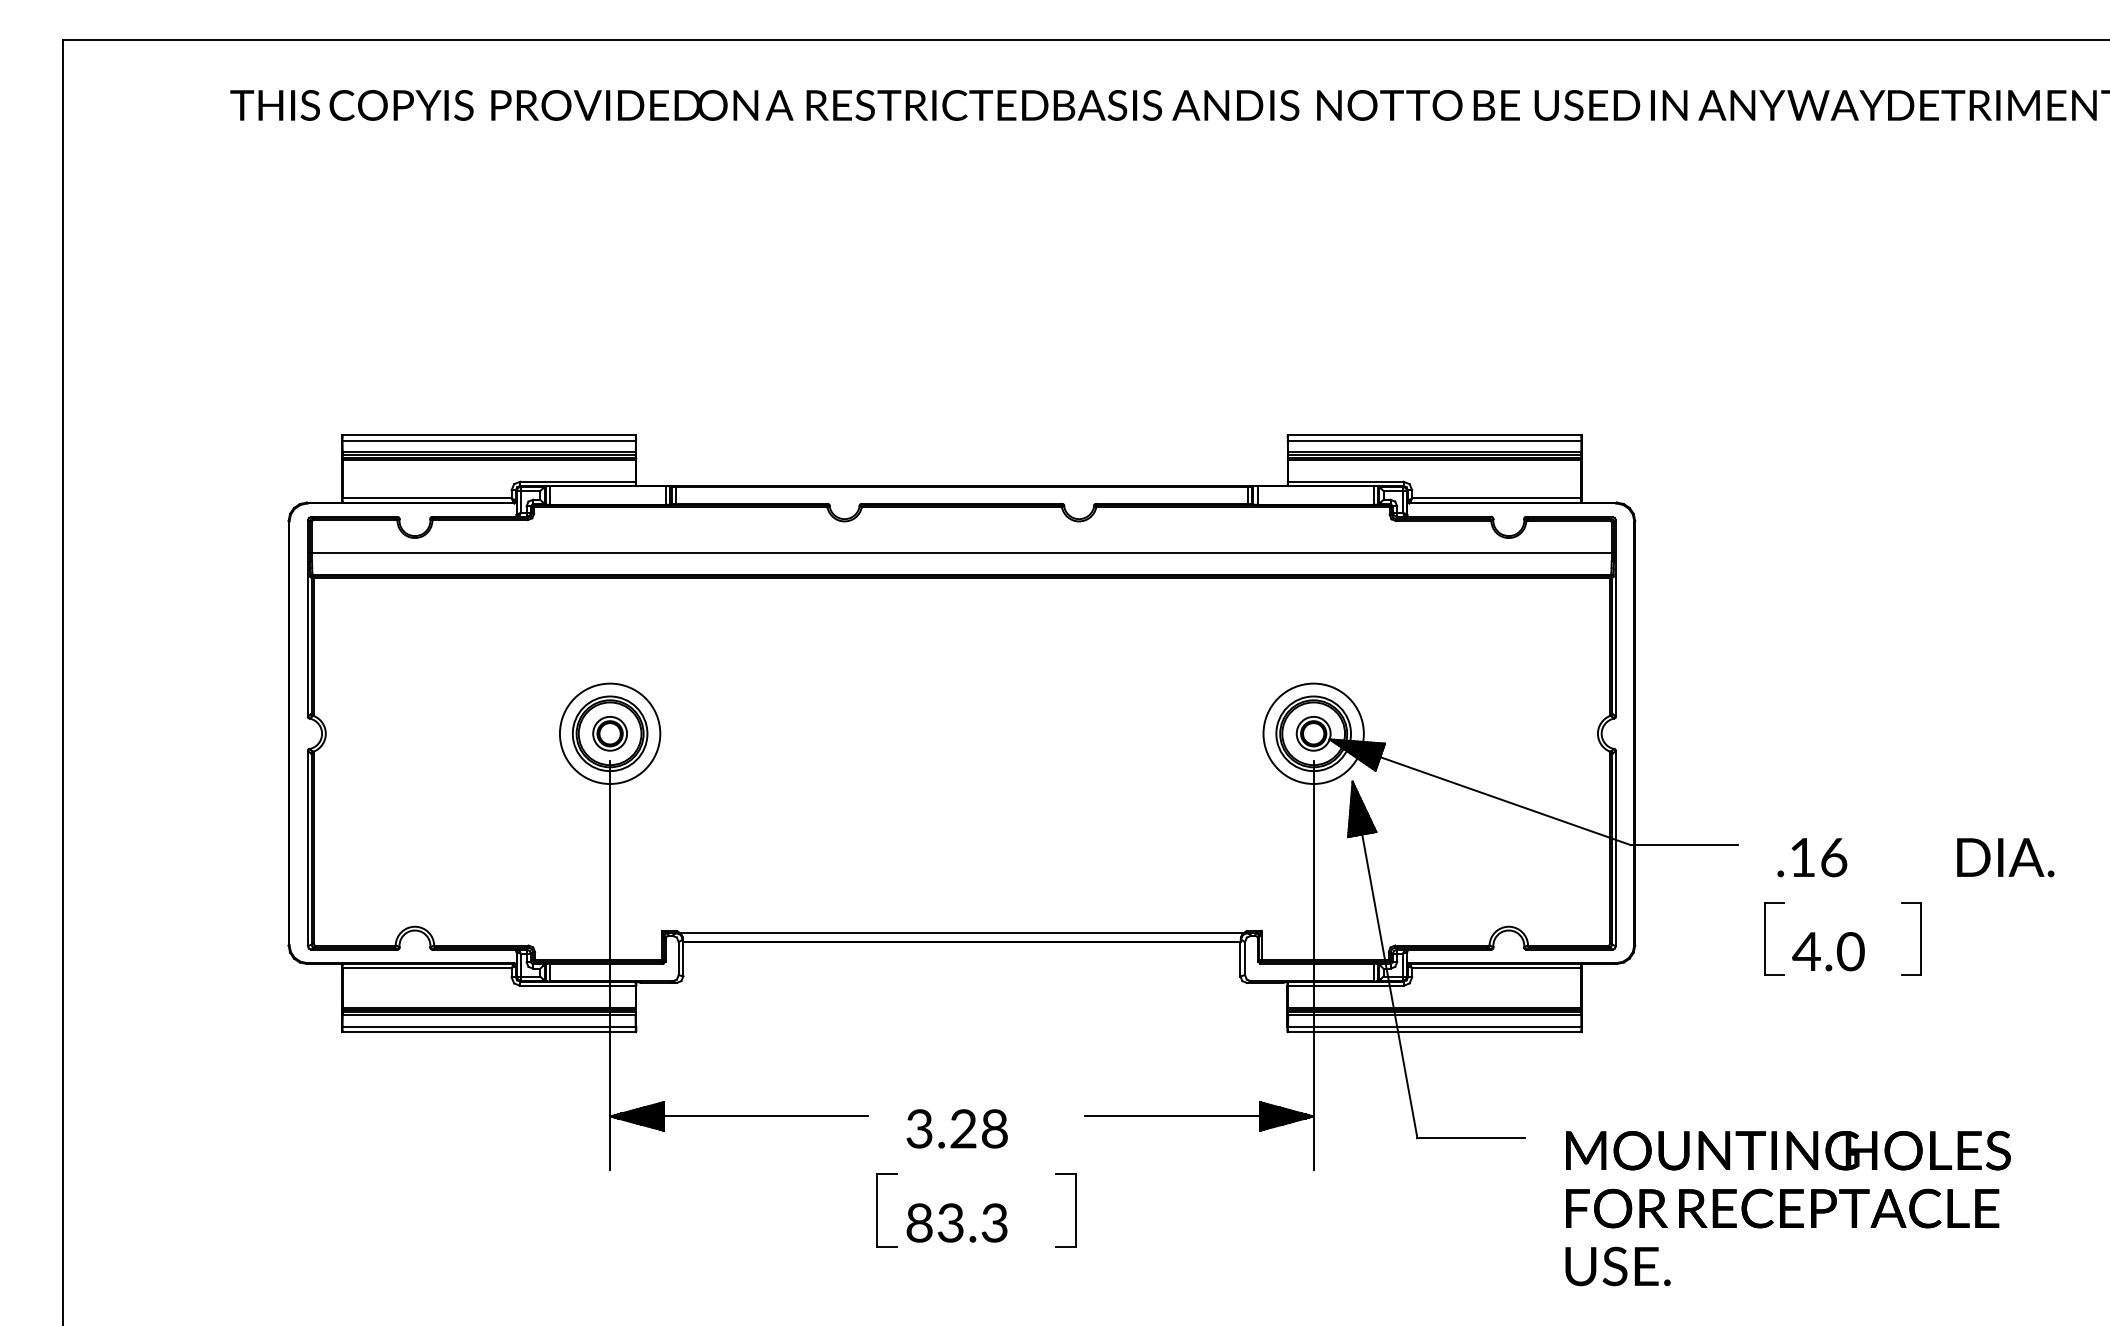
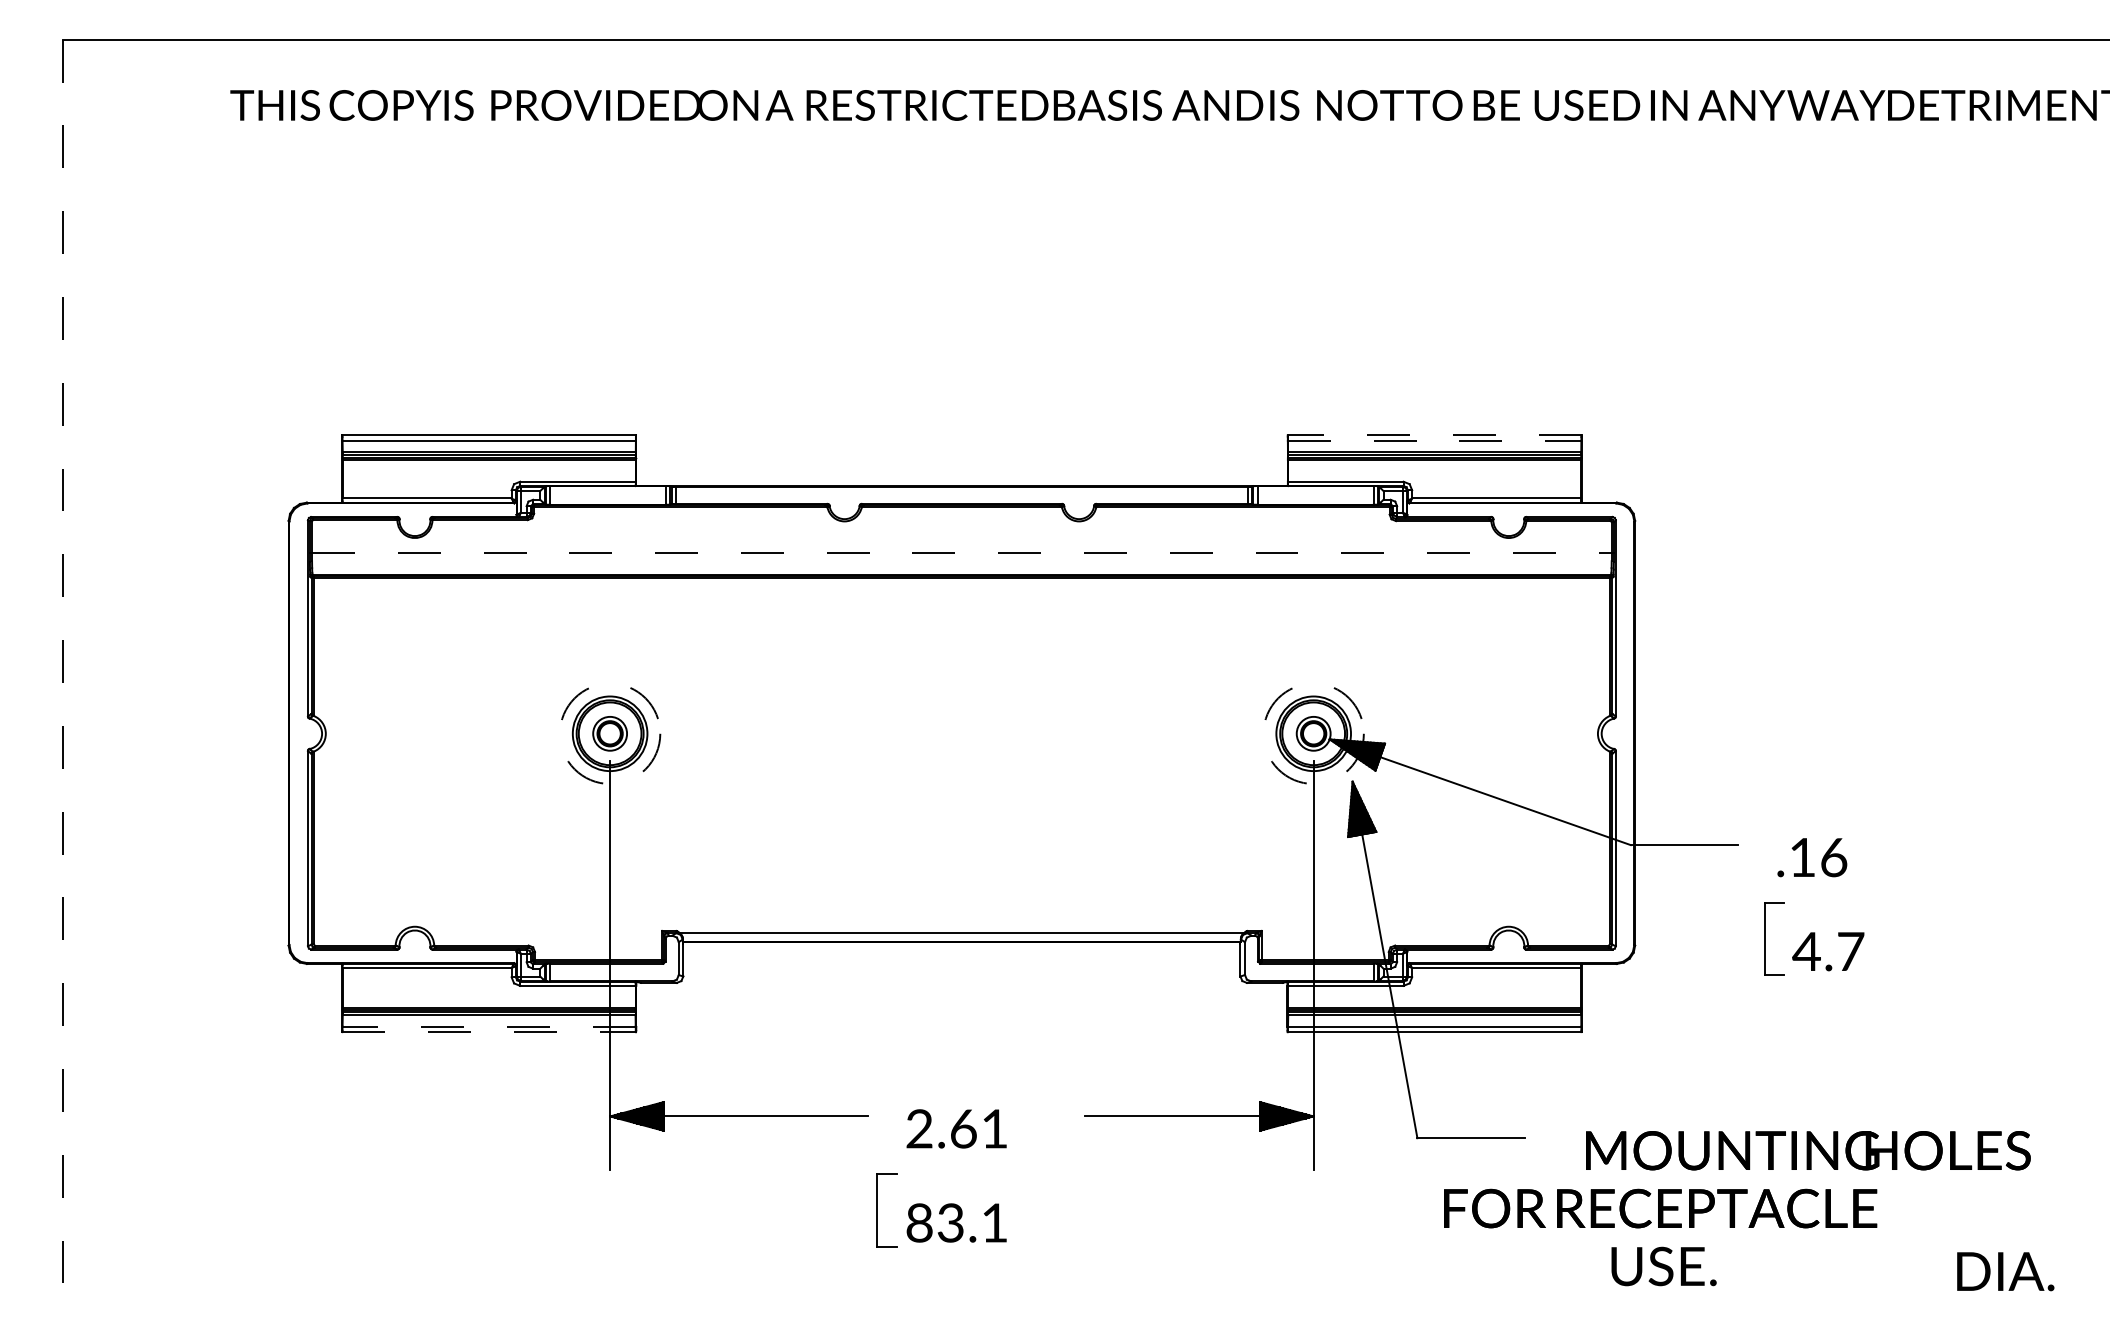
line at (1434, 435): solid -> dashed
line at (1434, 441): solid -> dashed
line at (961, 553): solid -> dashed
line at (63, 682): solid -> dashed
circle at (609, 733): solid -> dashed
circle at (1313, 733): solid -> dashed
text at (2005, 857) position: (2005, 857) -> (2005, 1271)
part at (1920, 938): present -> none
text at (1850, 951): 4.0 -> 4.7
line at (489, 1026): solid -> dashed
line at (489, 1032): solid -> dashed
text at (956, 1128): 3.28 -> 2.61
text at (1788, 1150) position: (1788, 1150) -> (1808, 1150)
text at (1782, 1208) position: (1782, 1208) -> (1660, 1208)
part at (1075, 1210): present -> none
text at (994, 1222): 83.3 -> 83.1
text at (1617, 1266) position: (1617, 1266) -> (1663, 1266)
